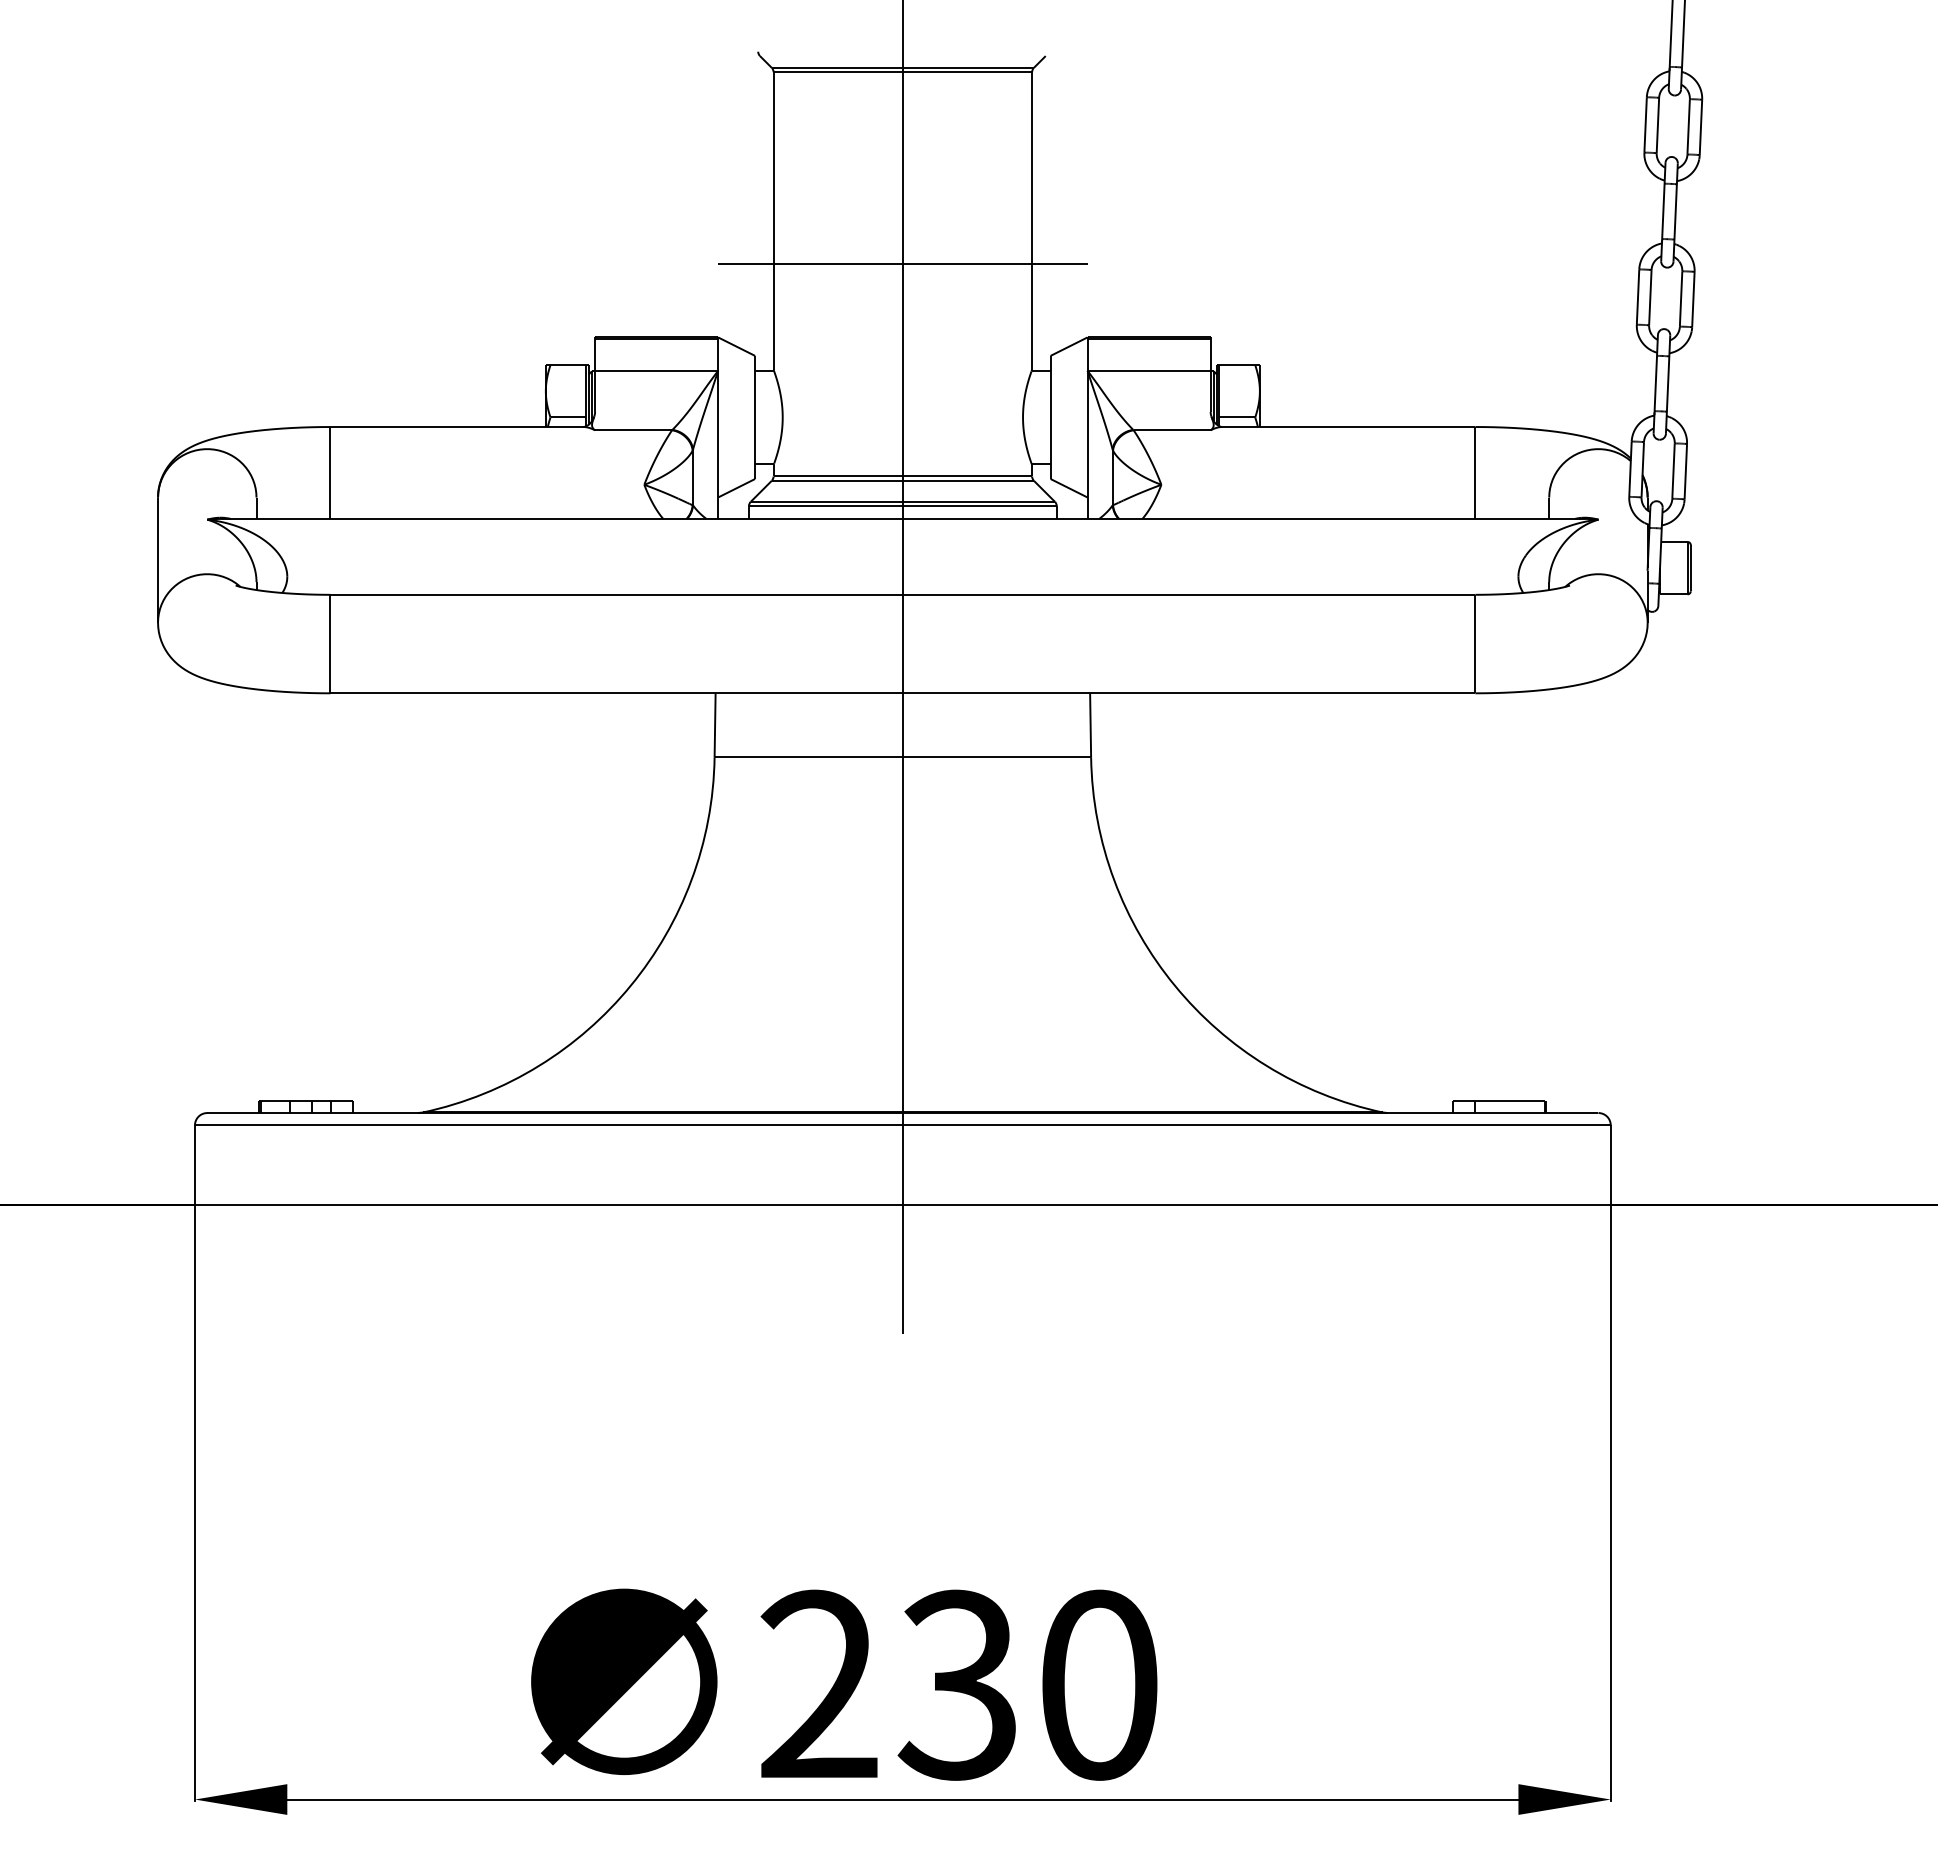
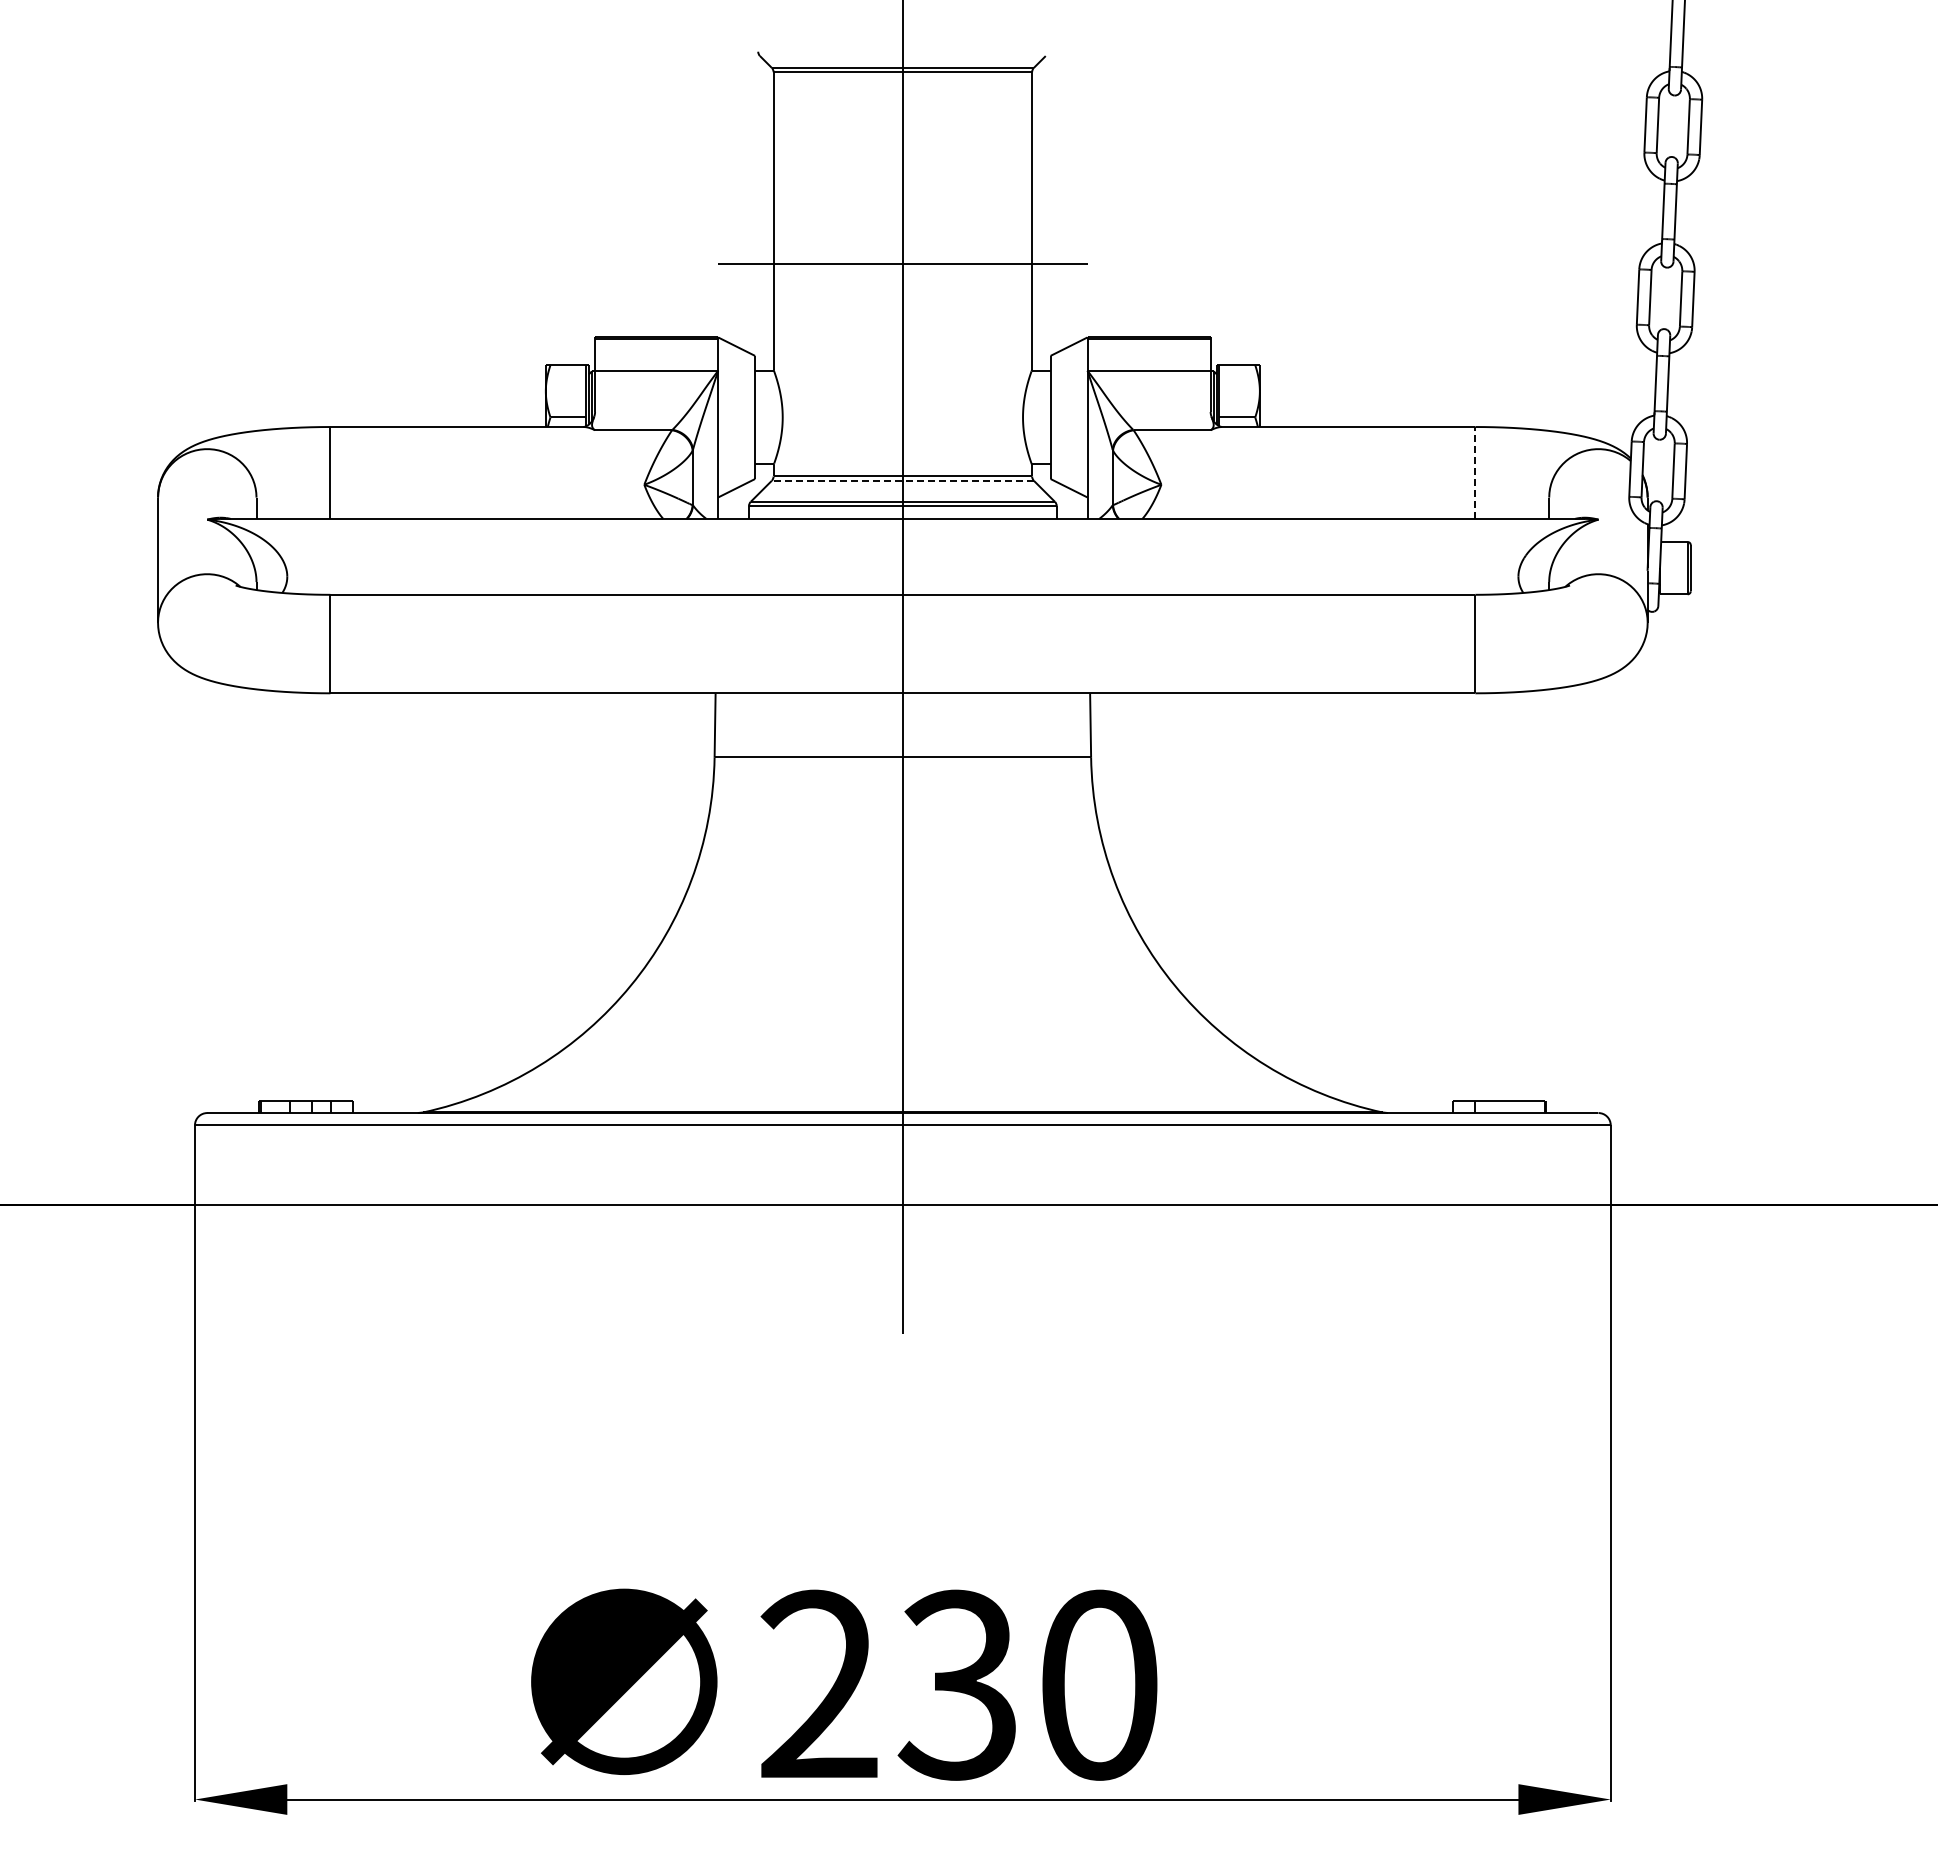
line at (1475, 472): solid -> dashed
line at (902, 480): solid -> dashed
